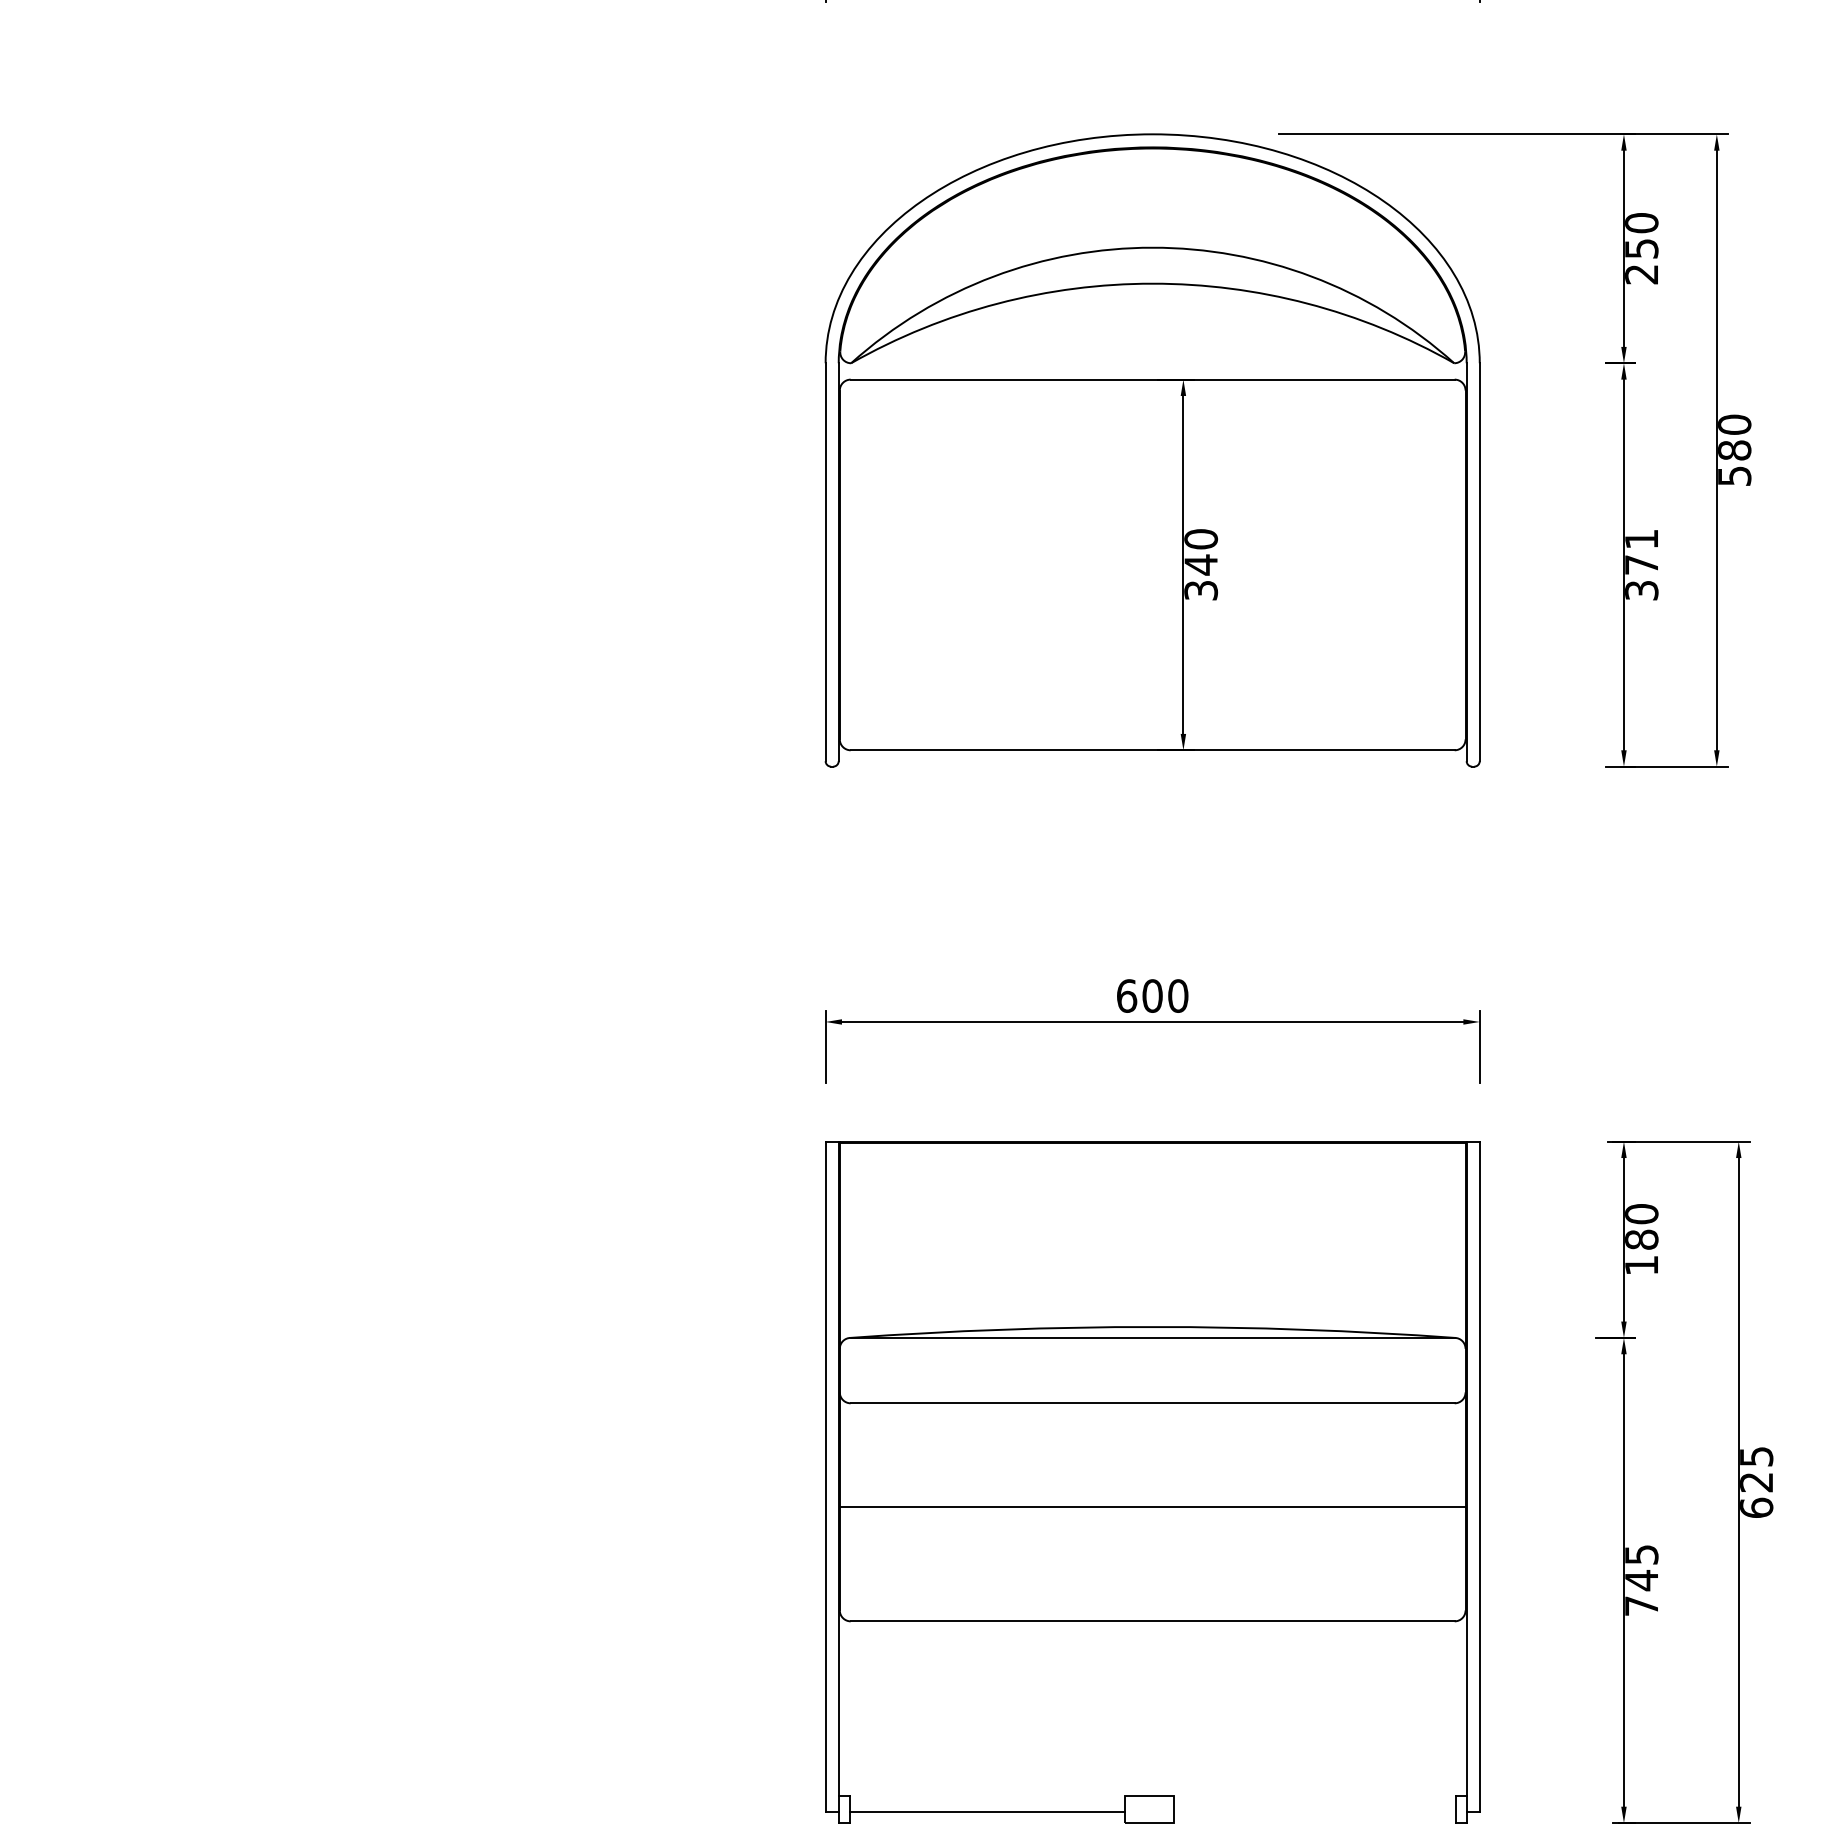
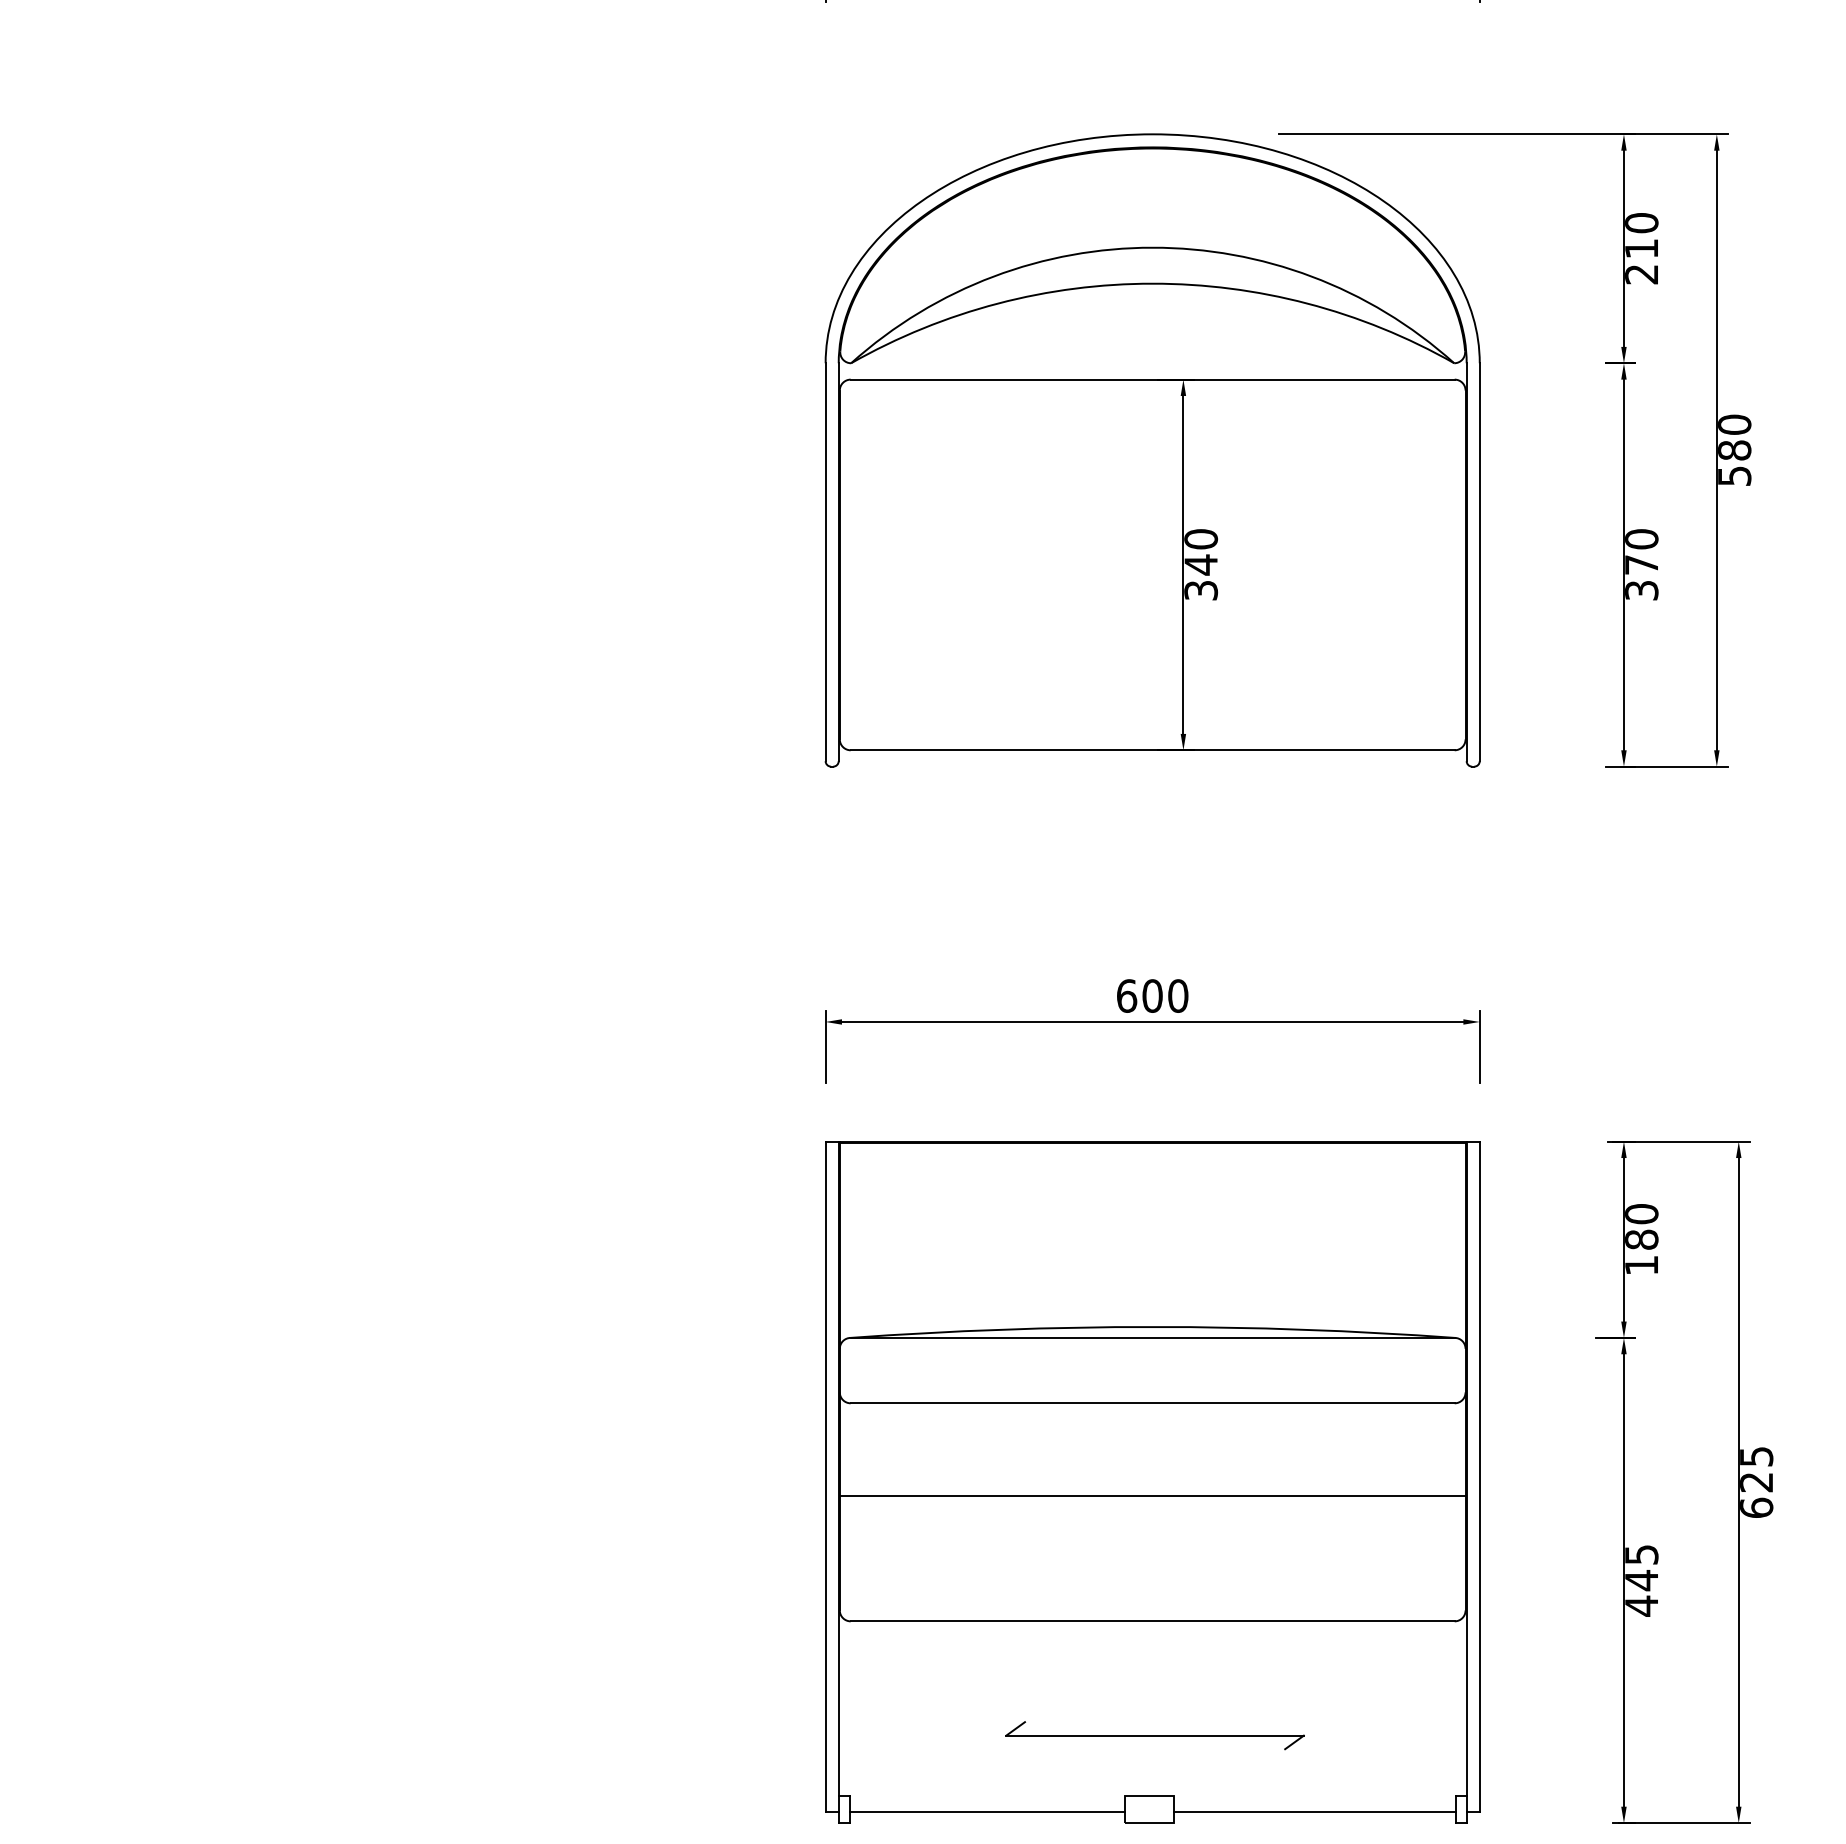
text at (1641, 248): 250 -> 210
text at (1641, 539): 371 -> 370
line at (1152, 1506) position: (1152, 1506) -> (1152, 1495)
text at (1641, 1605): 745 -> 445
part at (1154, 1735): none -> present
line at (1314, 1812): none -> present
